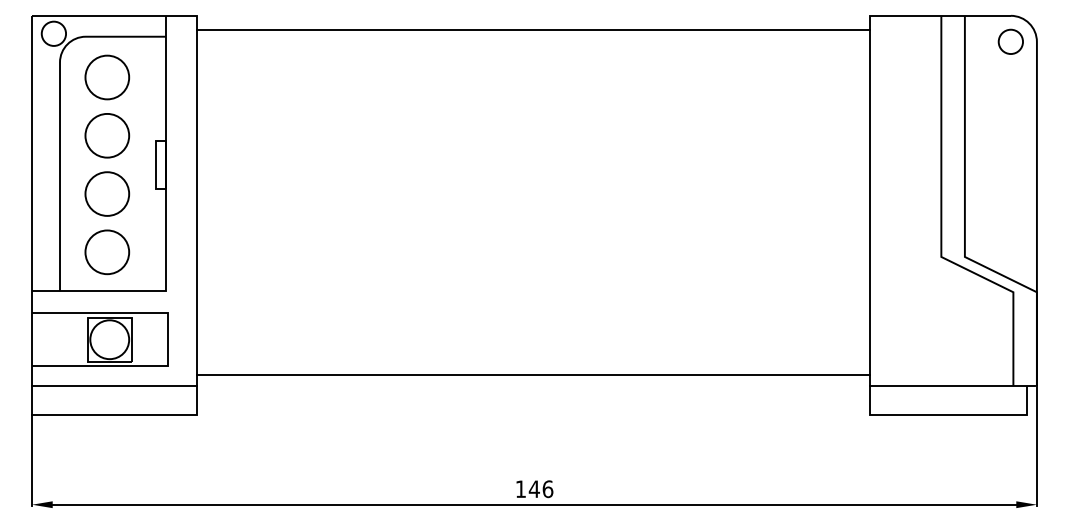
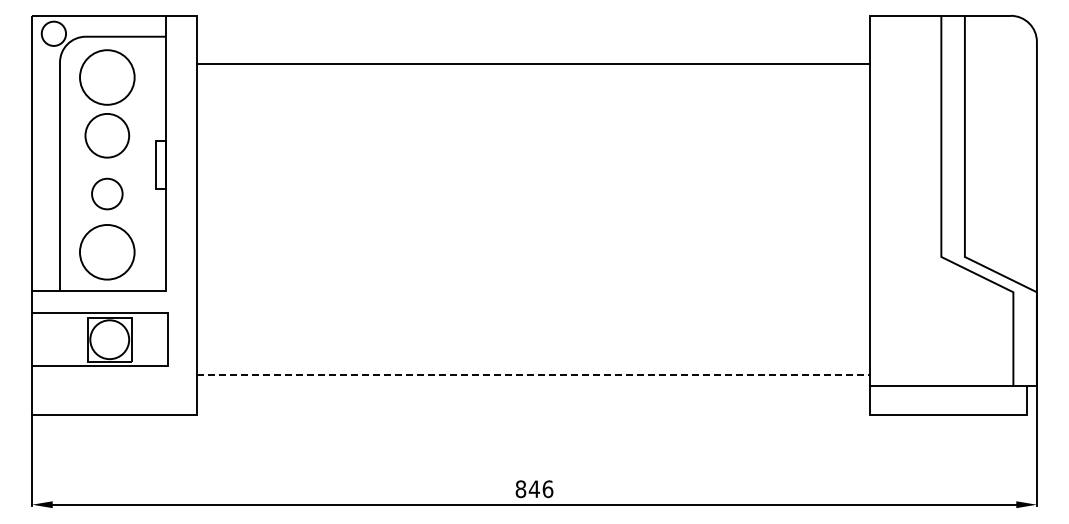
line at (533, 29) position: (533, 29) -> (533, 63)
circle at (1010, 41): present -> none
circle at (107, 77) diameter: 44 px -> 55 px
circle at (107, 193) diameter: 44 px -> 31 px
circle at (107, 252) size: 47x47 px -> 57x57 px
line at (533, 375): solid -> dashed
line at (114, 385): present -> none
text at (520, 489): 146 -> 846
